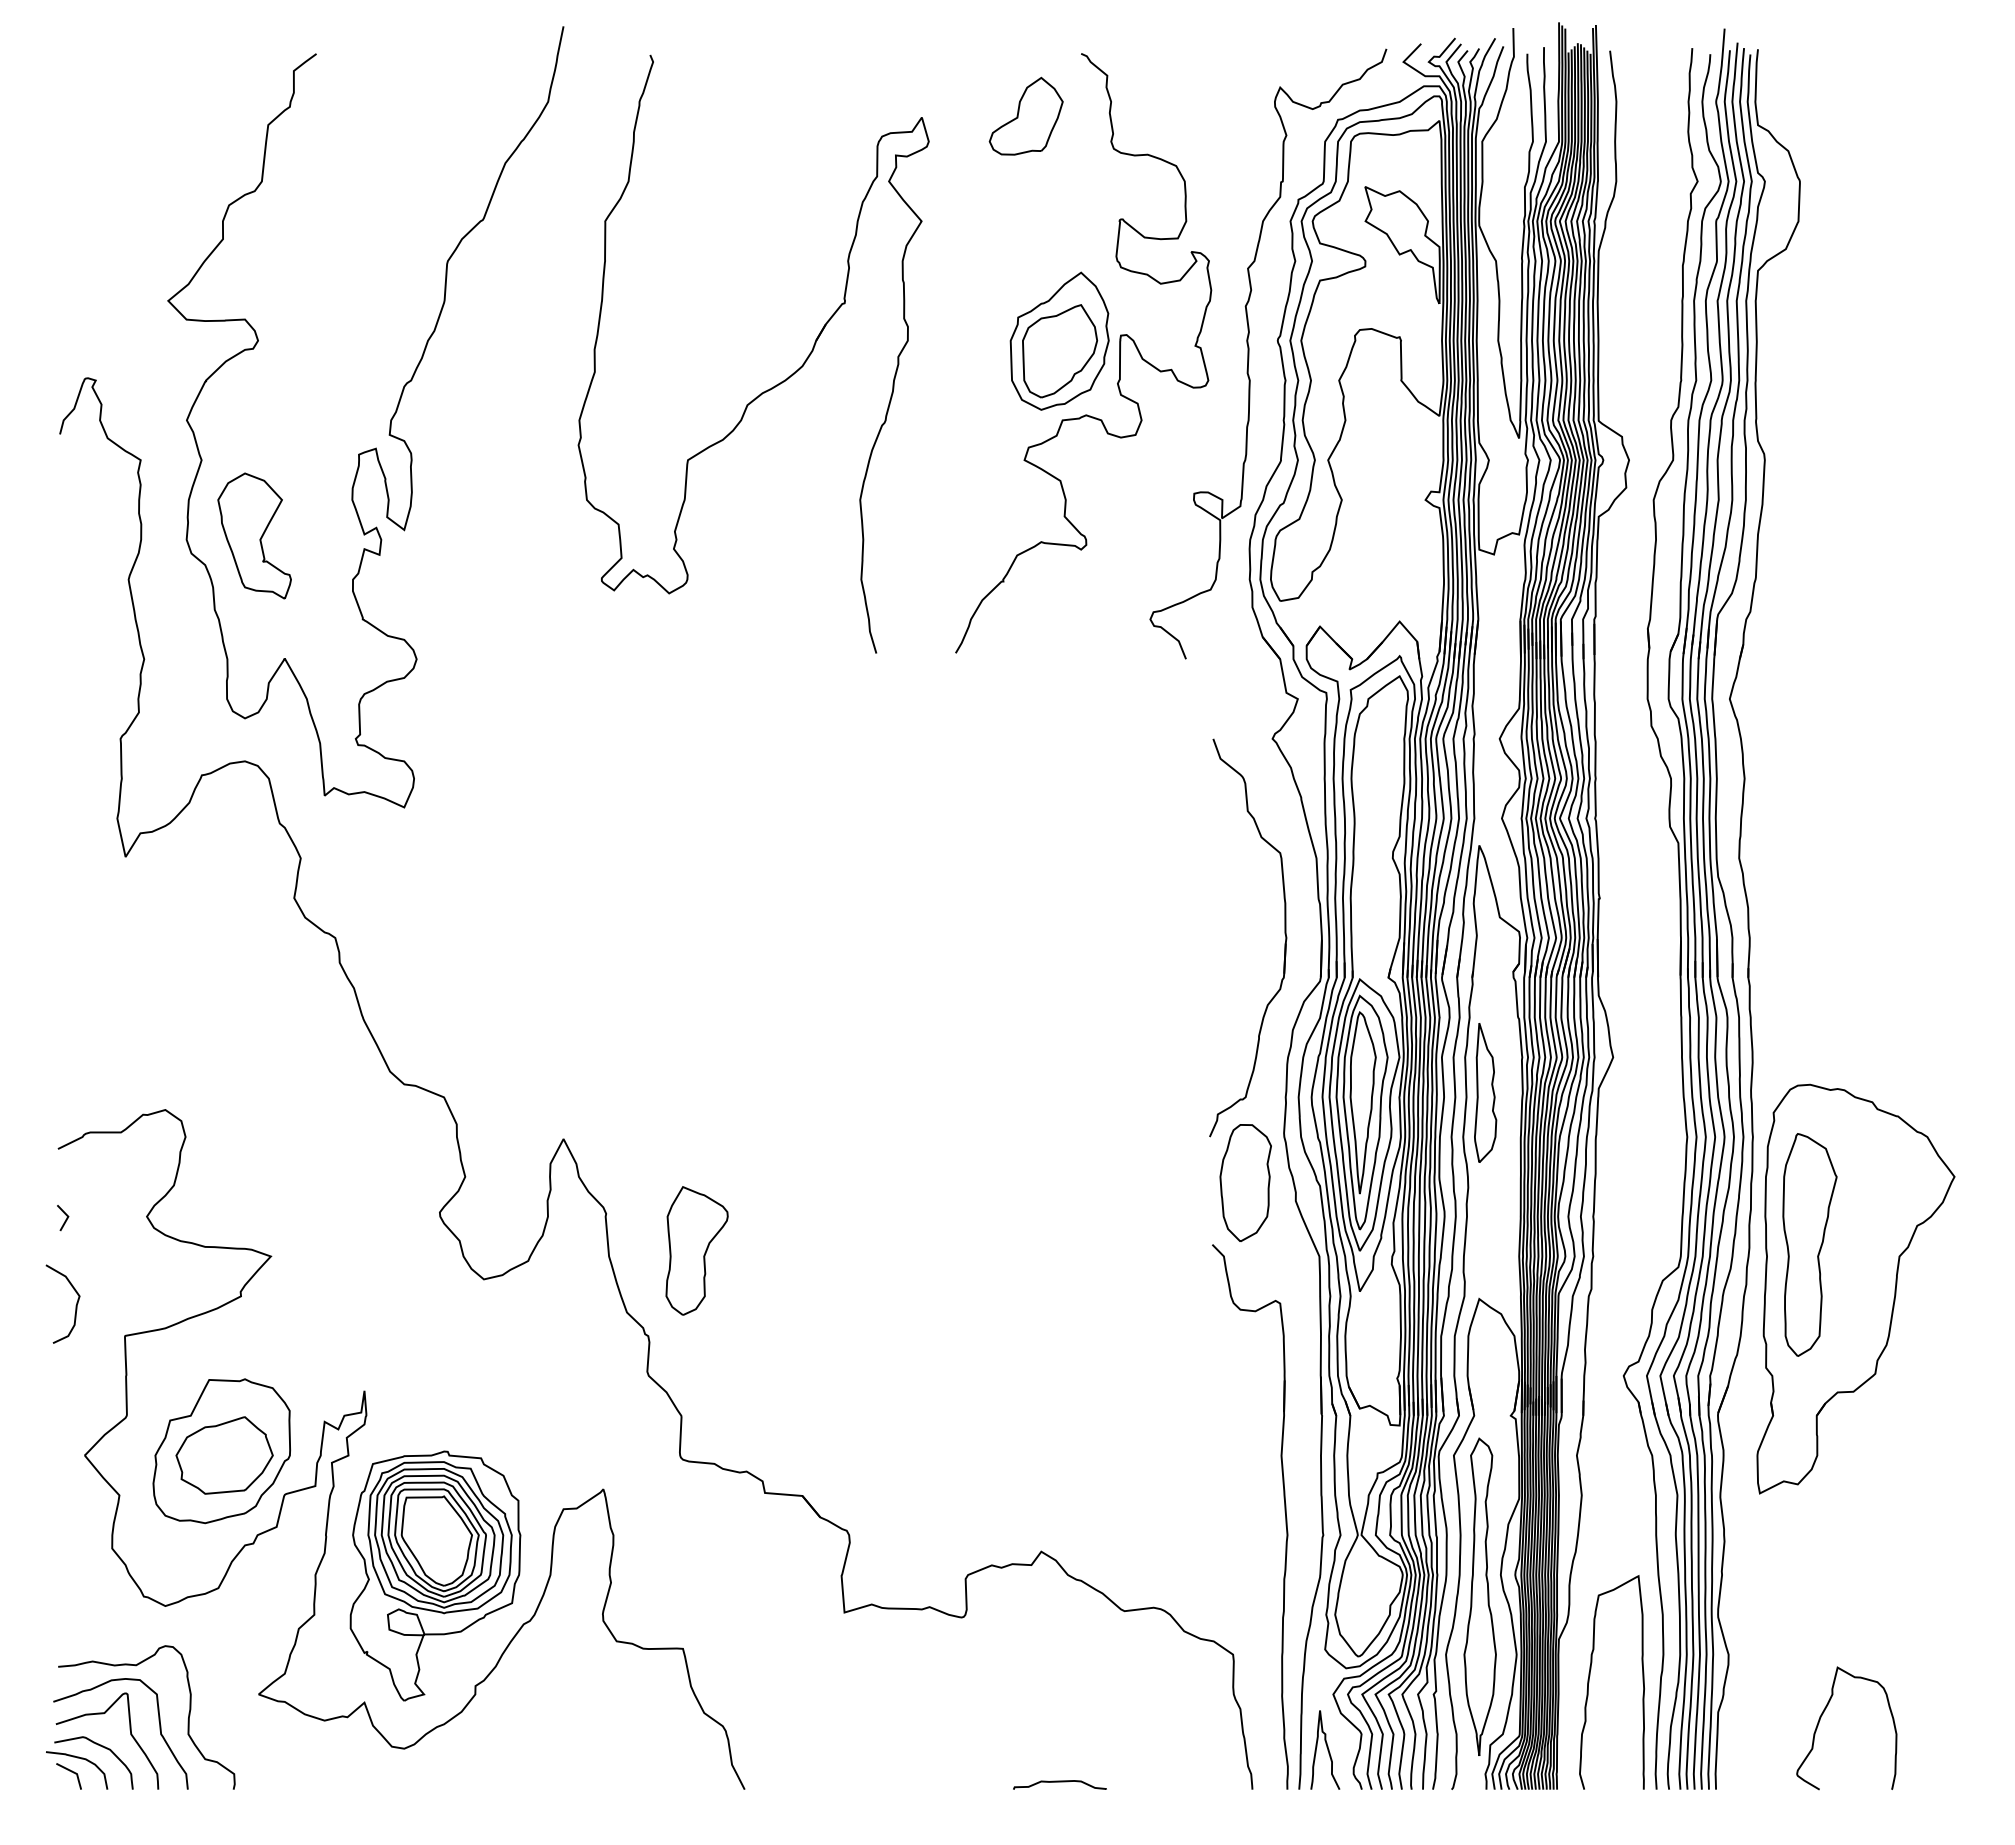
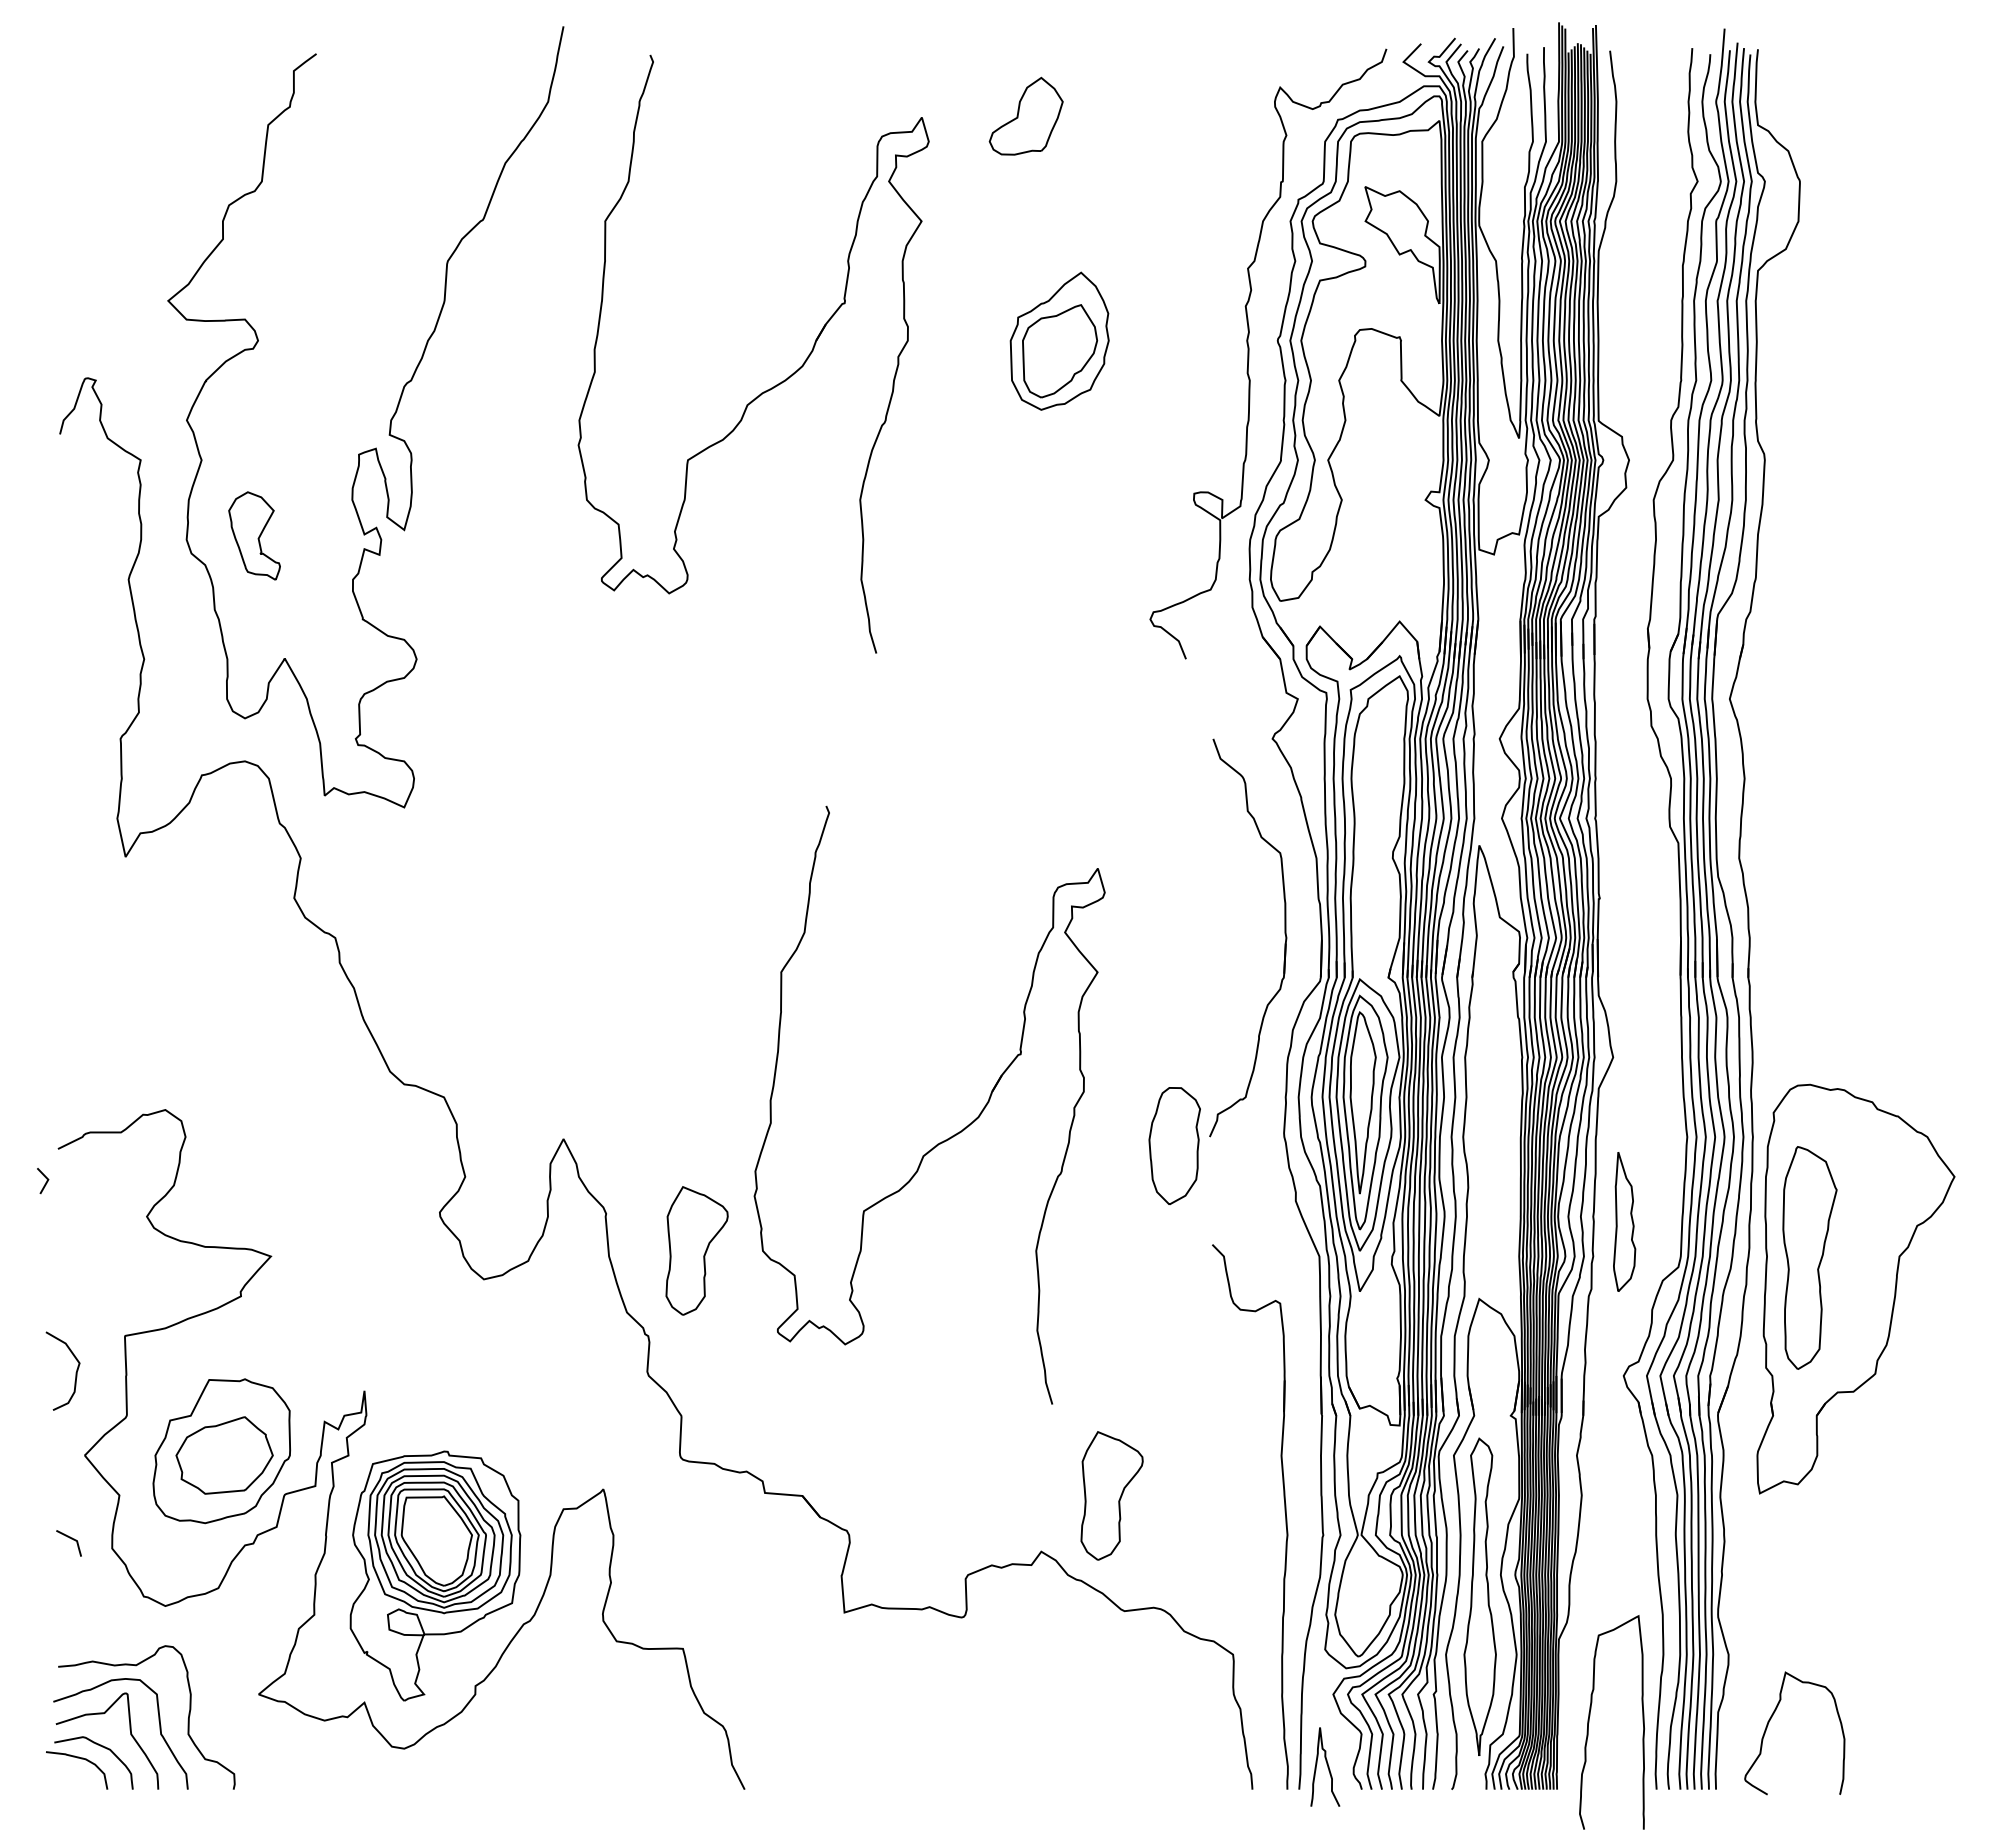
curve at (1119, 353): present -> none
part at (254, 535) size: 75x128 px -> 53x90 px
part at (1485, 1092) position: (1485, 1092) -> (1624, 1221)
part at (950, 1136): none -> present
part at (1245, 1182) position: (1245, 1182) -> (1174, 1145)
line at (65, 1219) position: (65, 1219) -> (45, 1182)
part at (1809, 1244) position: (1809, 1244) -> (1809, 1257)
curve at (75, 1305) position: (75, 1305) -> (75, 1372)
part at (1111, 1495): none -> present
curve at (1590, 1676) position: (1590, 1676) -> (1590, 1716)
curve at (1824, 1712) position: (1824, 1712) -> (1772, 1717)
curve at (1327, 1749) position: (1327, 1749) -> (1327, 1766)
line at (71, 1772) position: (71, 1772) -> (71, 1539)
curve at (1059, 1782): present -> none
